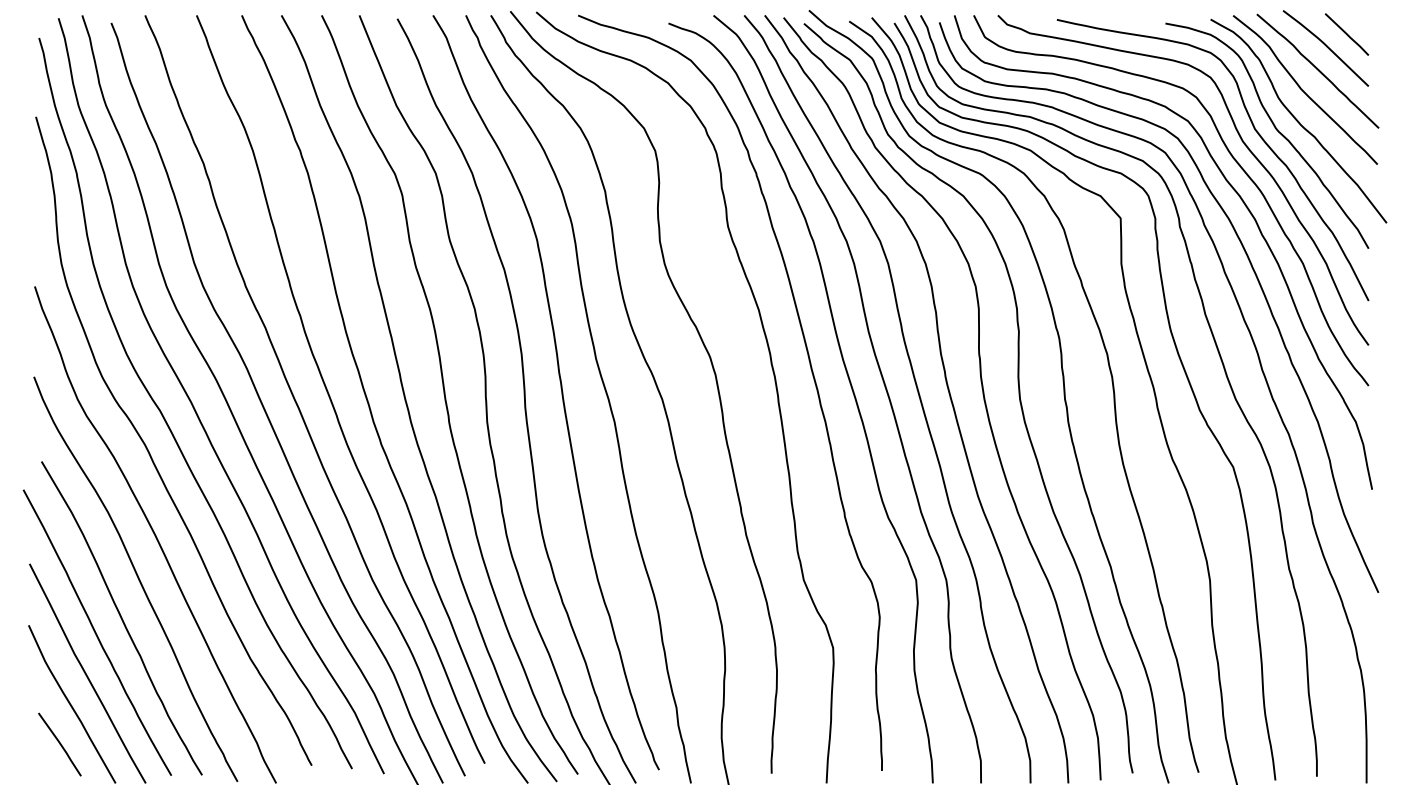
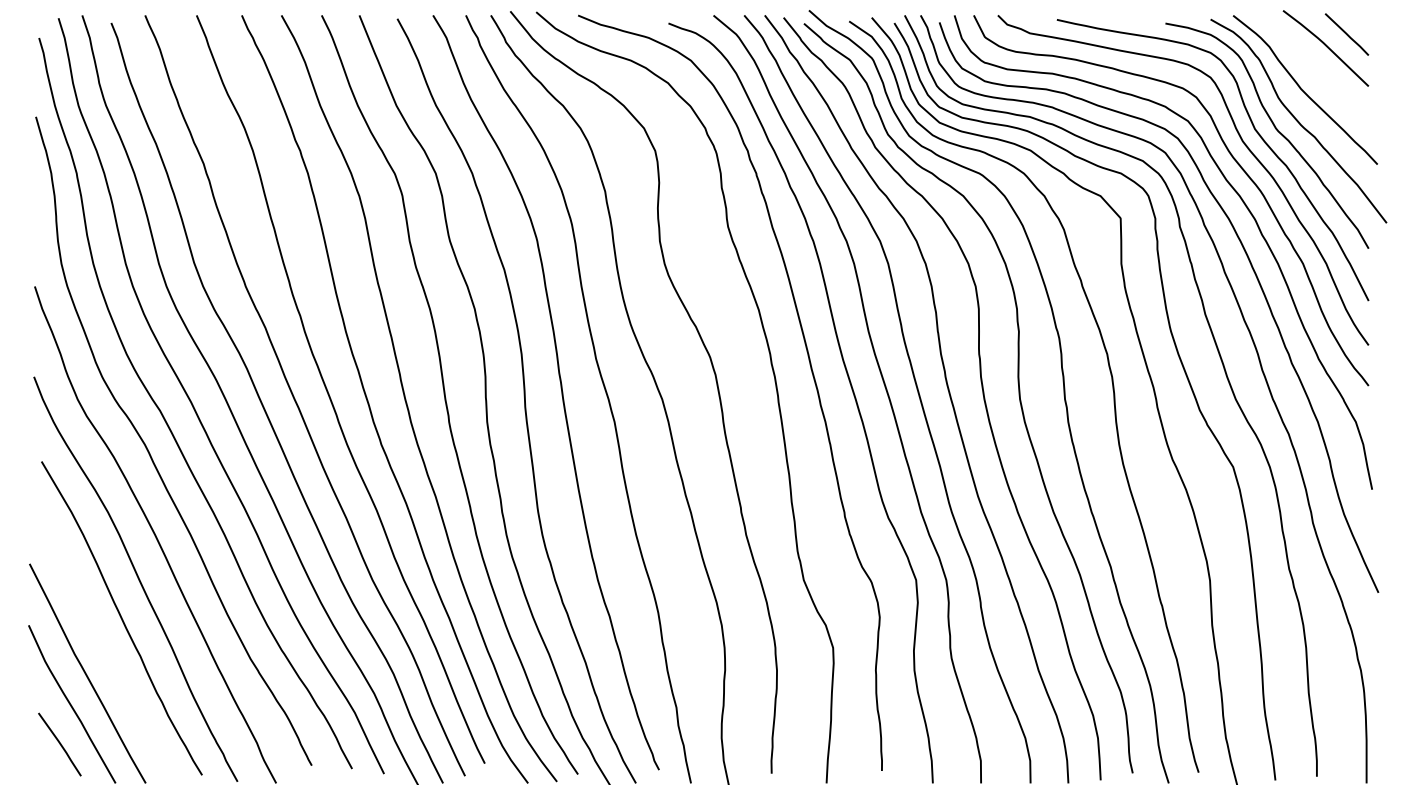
curve at (1317, 70): present -> none
curve at (96, 632): present -> none
